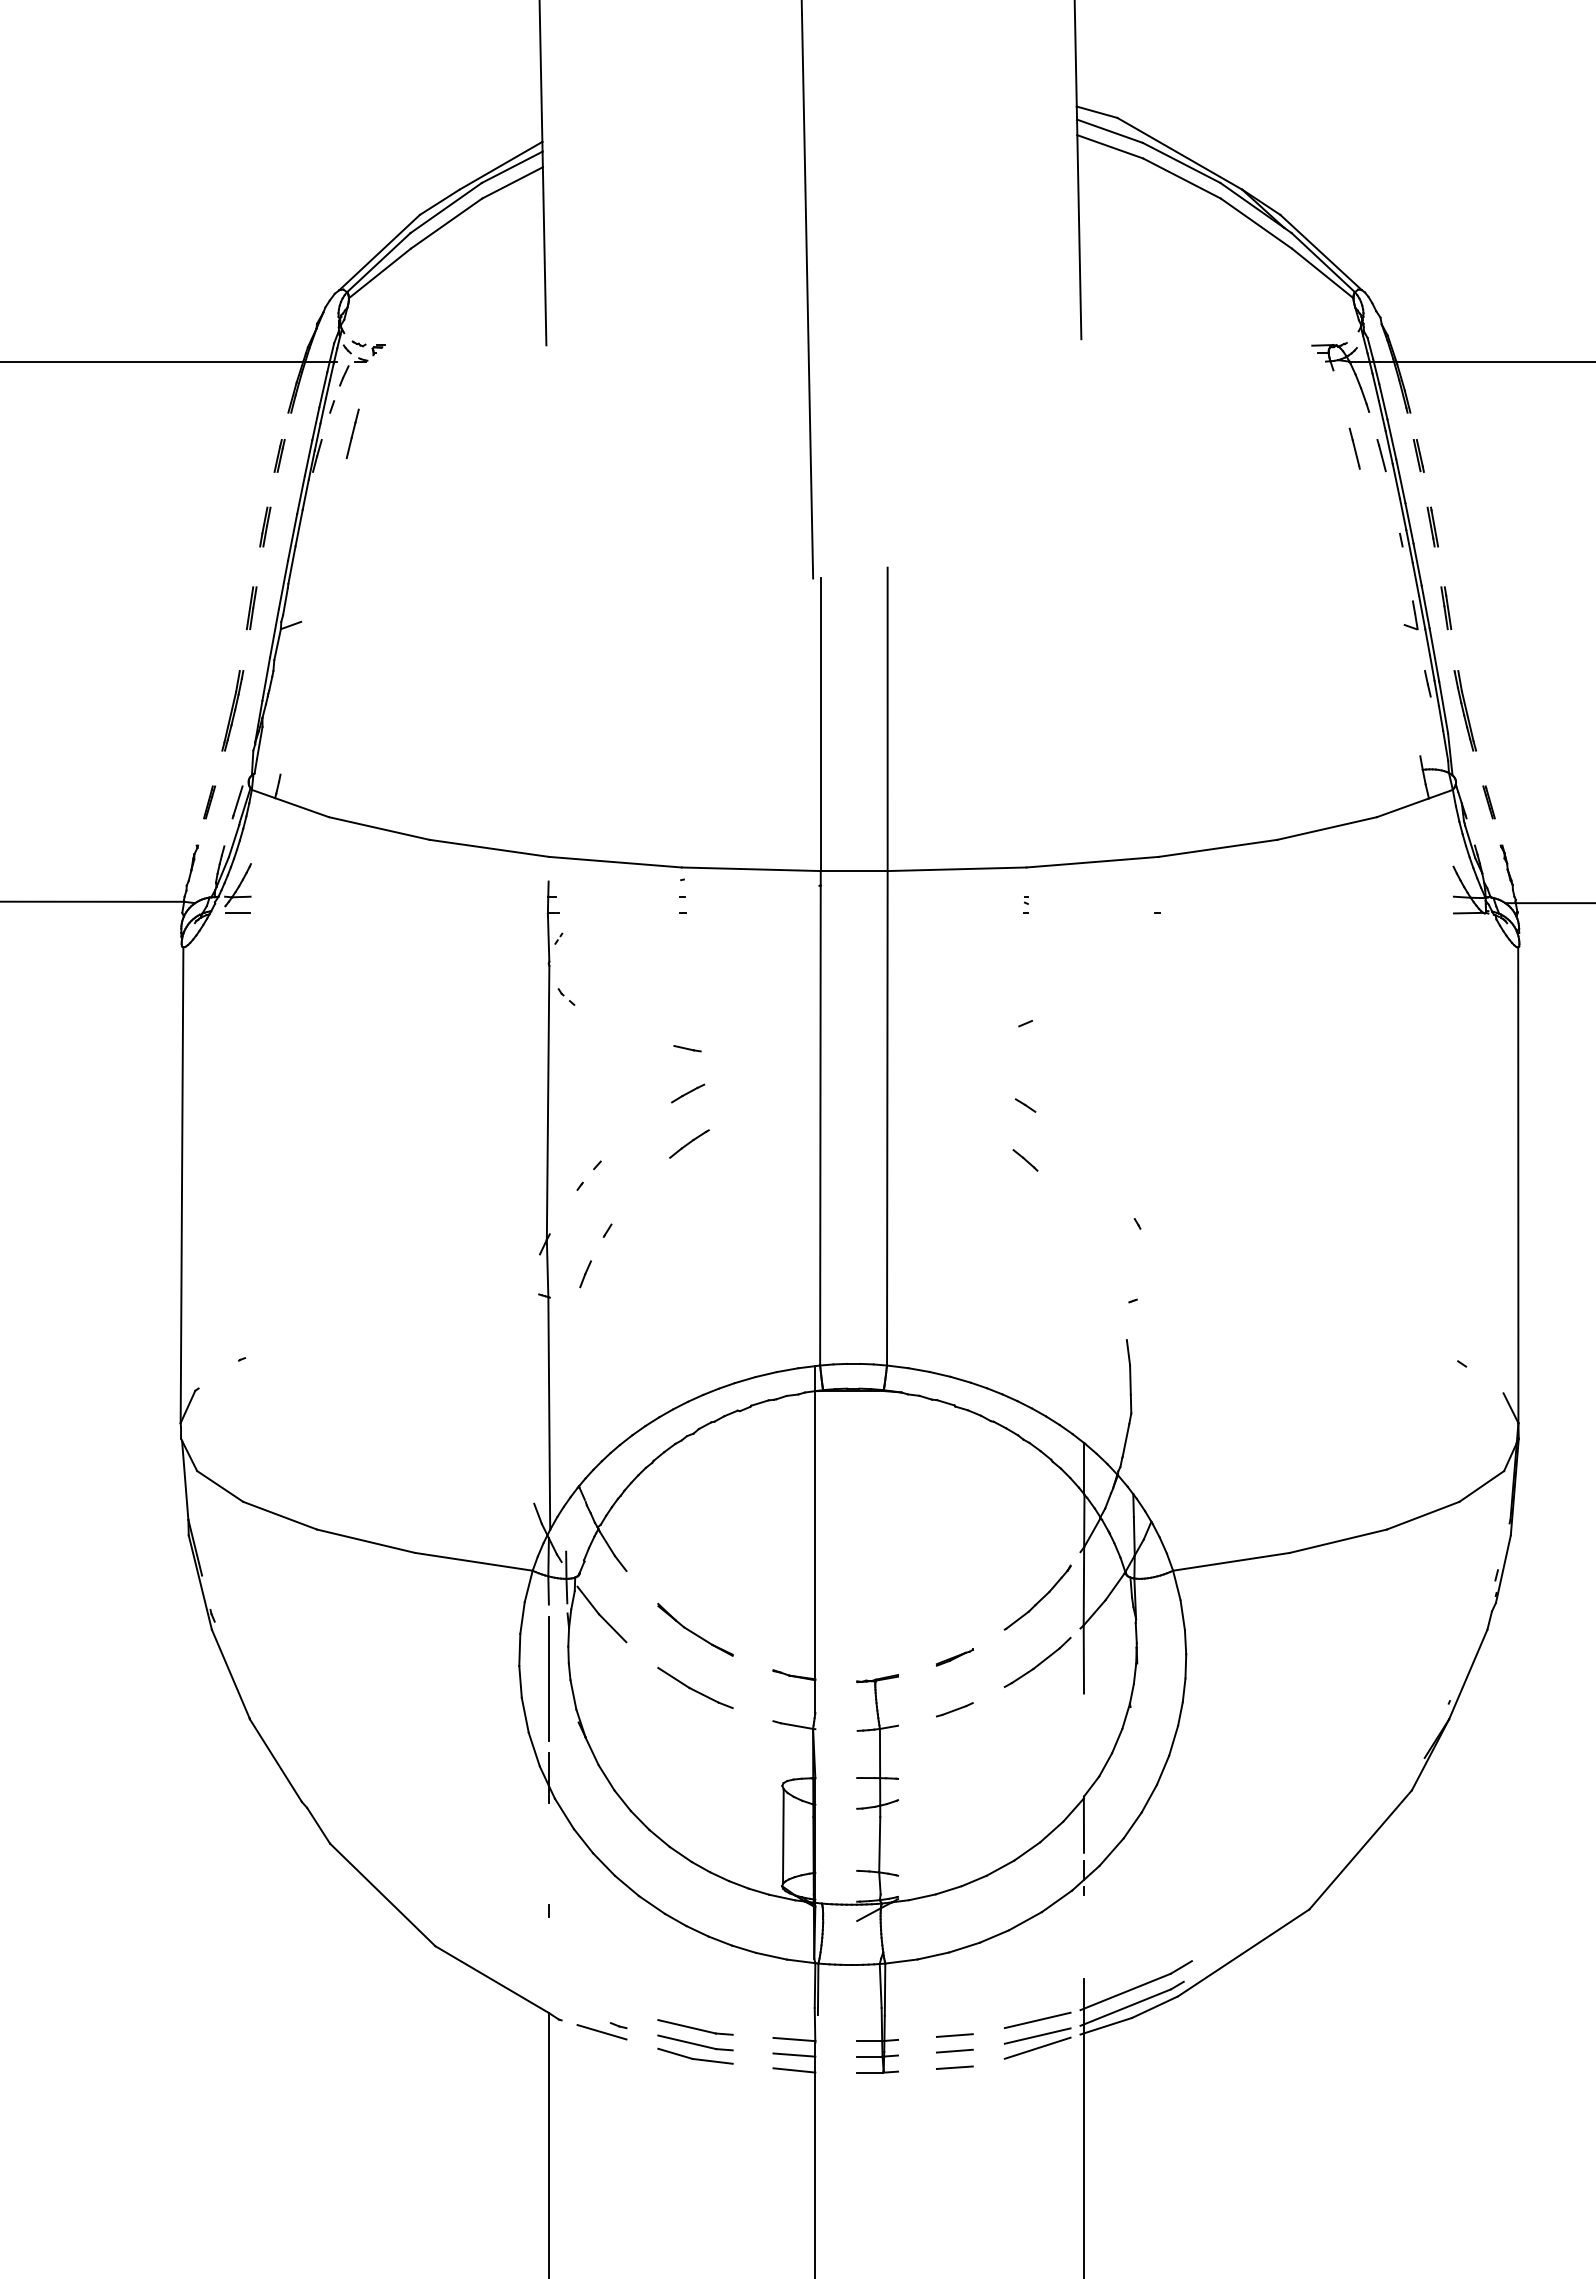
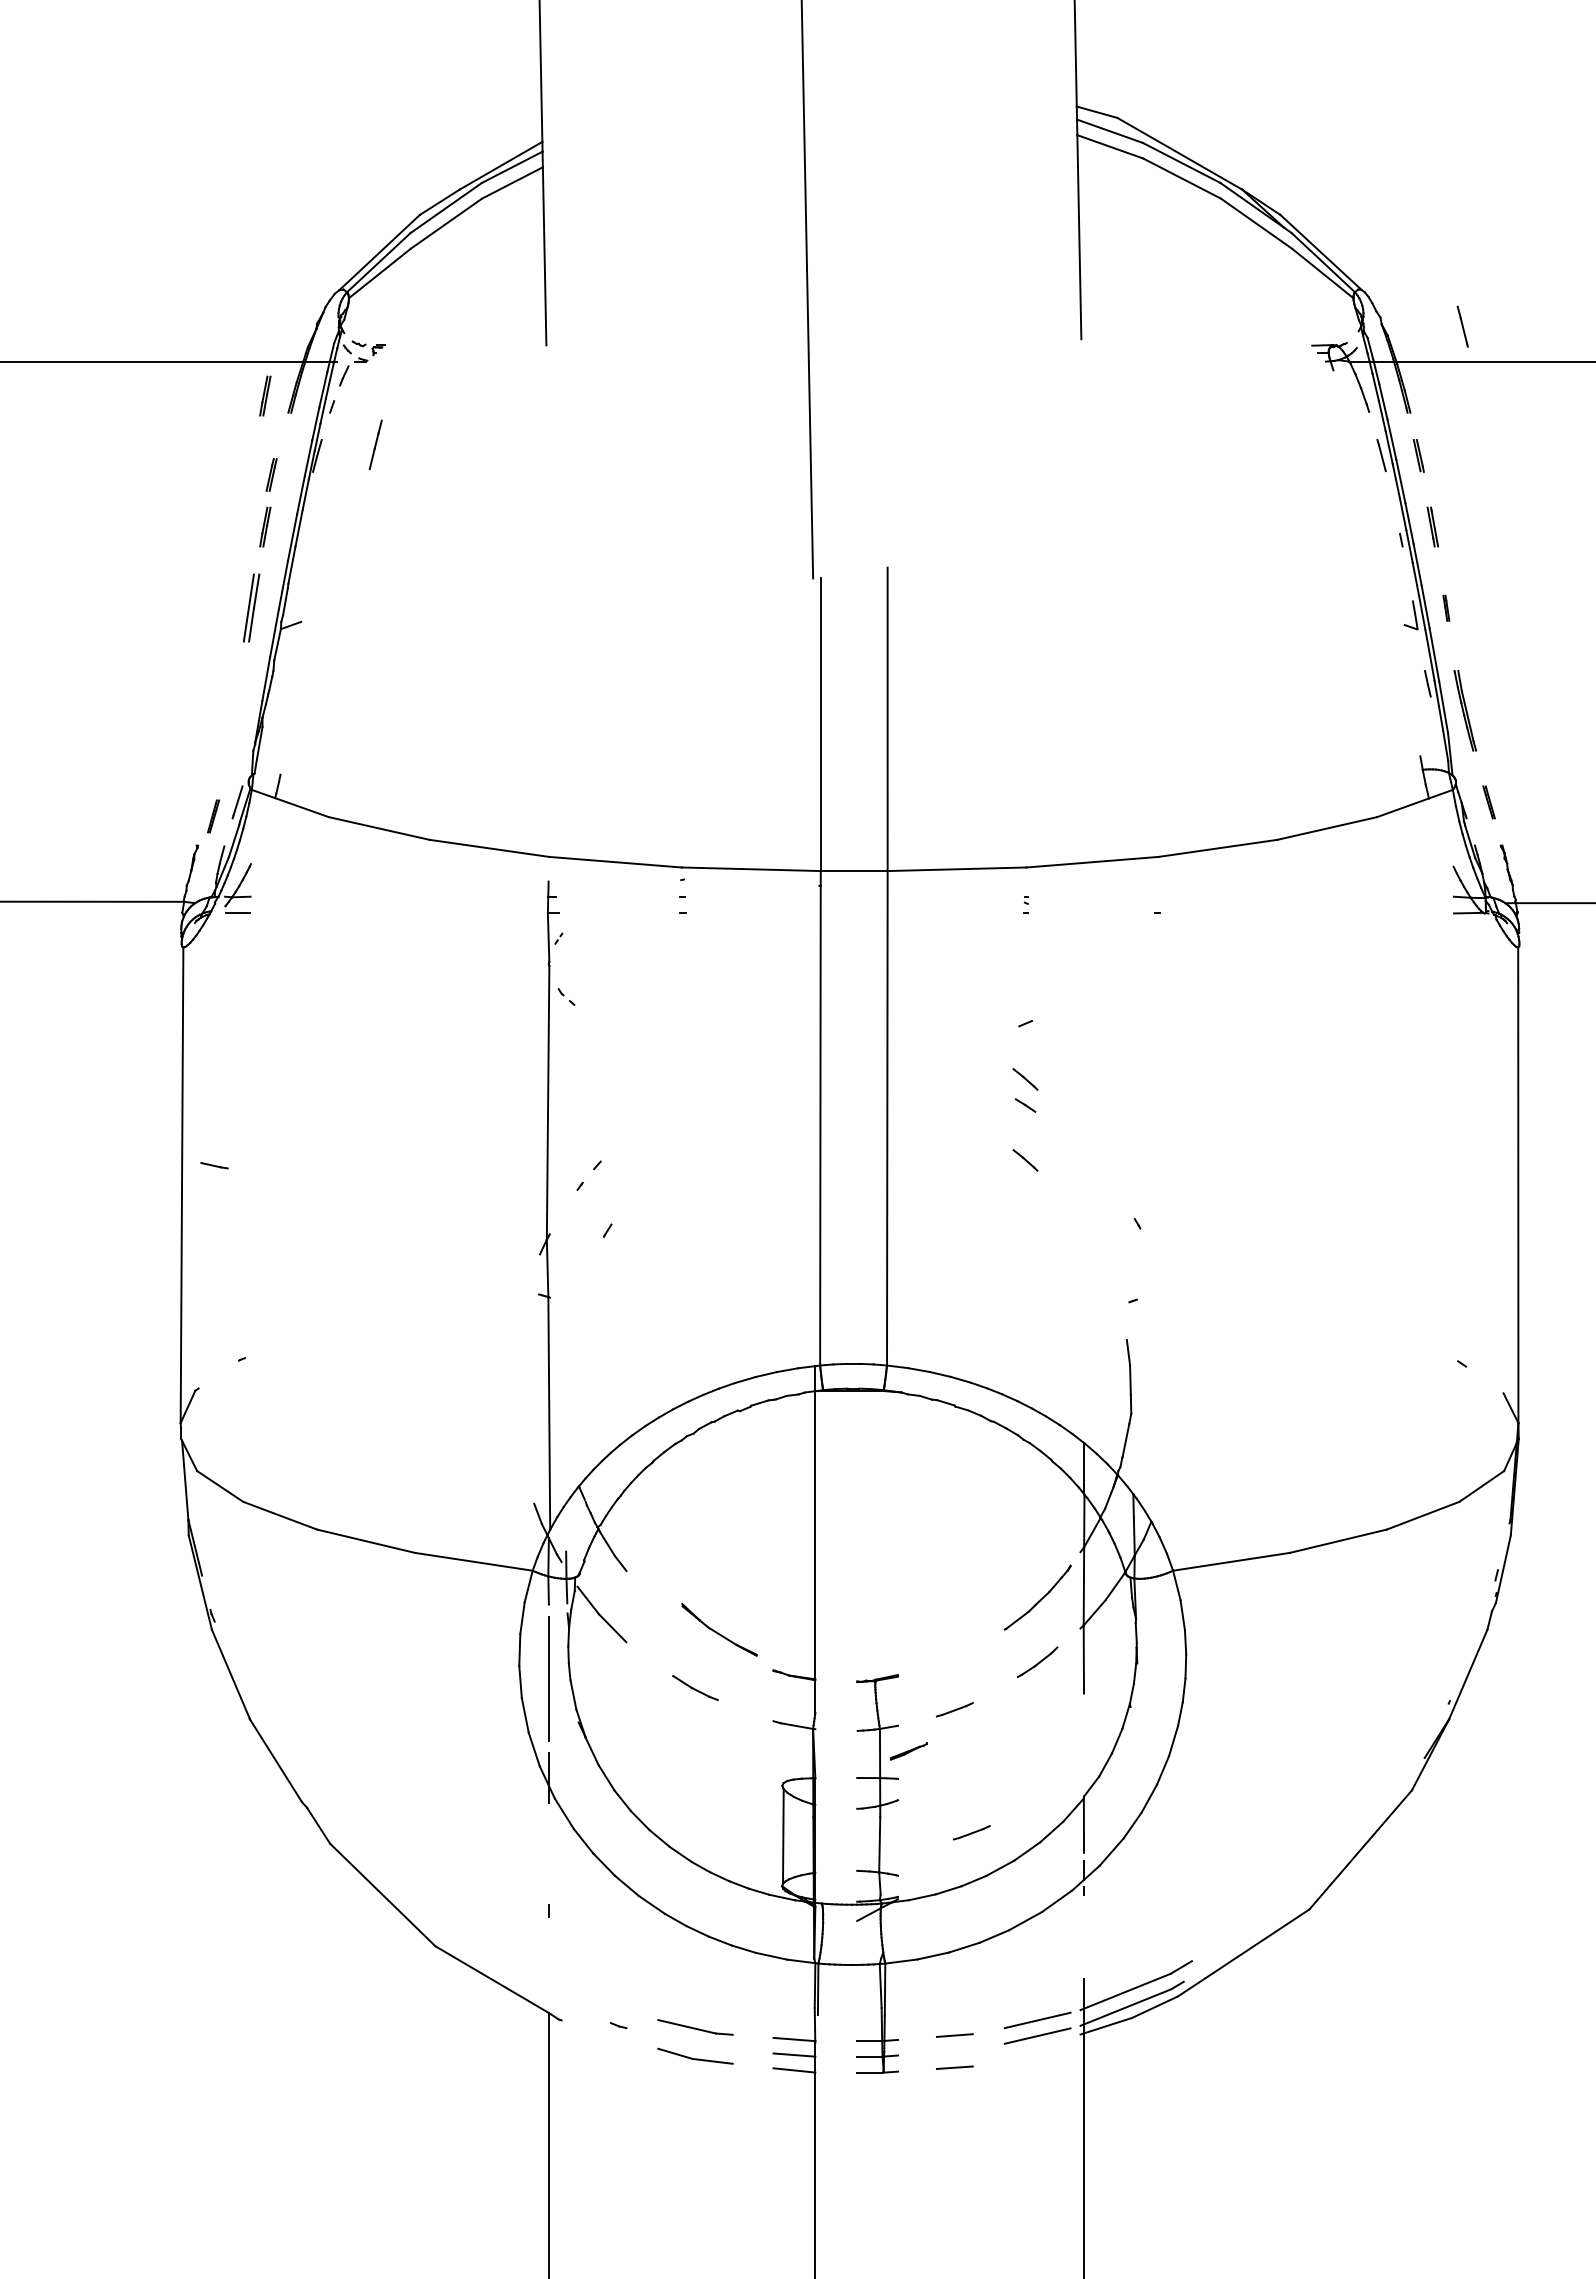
part at (265, 395): none -> present
line at (352, 433) position: (352, 433) -> (375, 444)
line at (1354, 448) position: (1354, 448) -> (1462, 326)
part at (279, 455) position: (279, 455) -> (271, 474)
part at (251, 608) size: 12x45 px -> 18x70 px
part at (1446, 608) size: 13x45 px -> 9x28 px
part at (232, 710): present -> none
part at (209, 802) position: (209, 802) -> (213, 816)
line at (687, 1048) position: (687, 1048) -> (214, 1165)
line at (1025, 1079): none -> present
line at (688, 1093): present -> none
part at (689, 1143): present -> none
line at (585, 1274): present -> none
part at (695, 1629) position: (695, 1629) -> (719, 1629)
part at (954, 1657) position: (954, 1657) -> (908, 1751)
part at (1037, 1661) size: 69x52 px -> 43x32 px
part at (695, 1687) size: 77x42 px -> 47x26 px
line at (971, 1832): none -> present
line at (601, 2032): present -> none
part at (695, 2042): present -> none
line at (1037, 2047): present -> none
line at (954, 2050): present -> none
